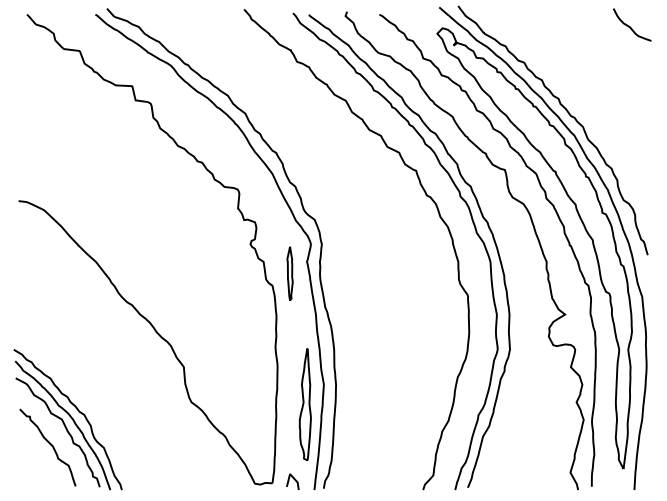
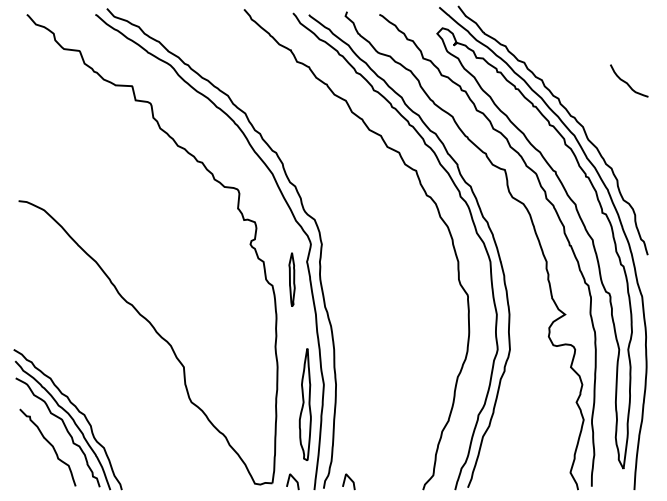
curve at (630, 26) position: (630, 26) -> (627, 82)
part at (289, 273) position: (289, 273) -> (291, 279)
line at (349, 479): none -> present
